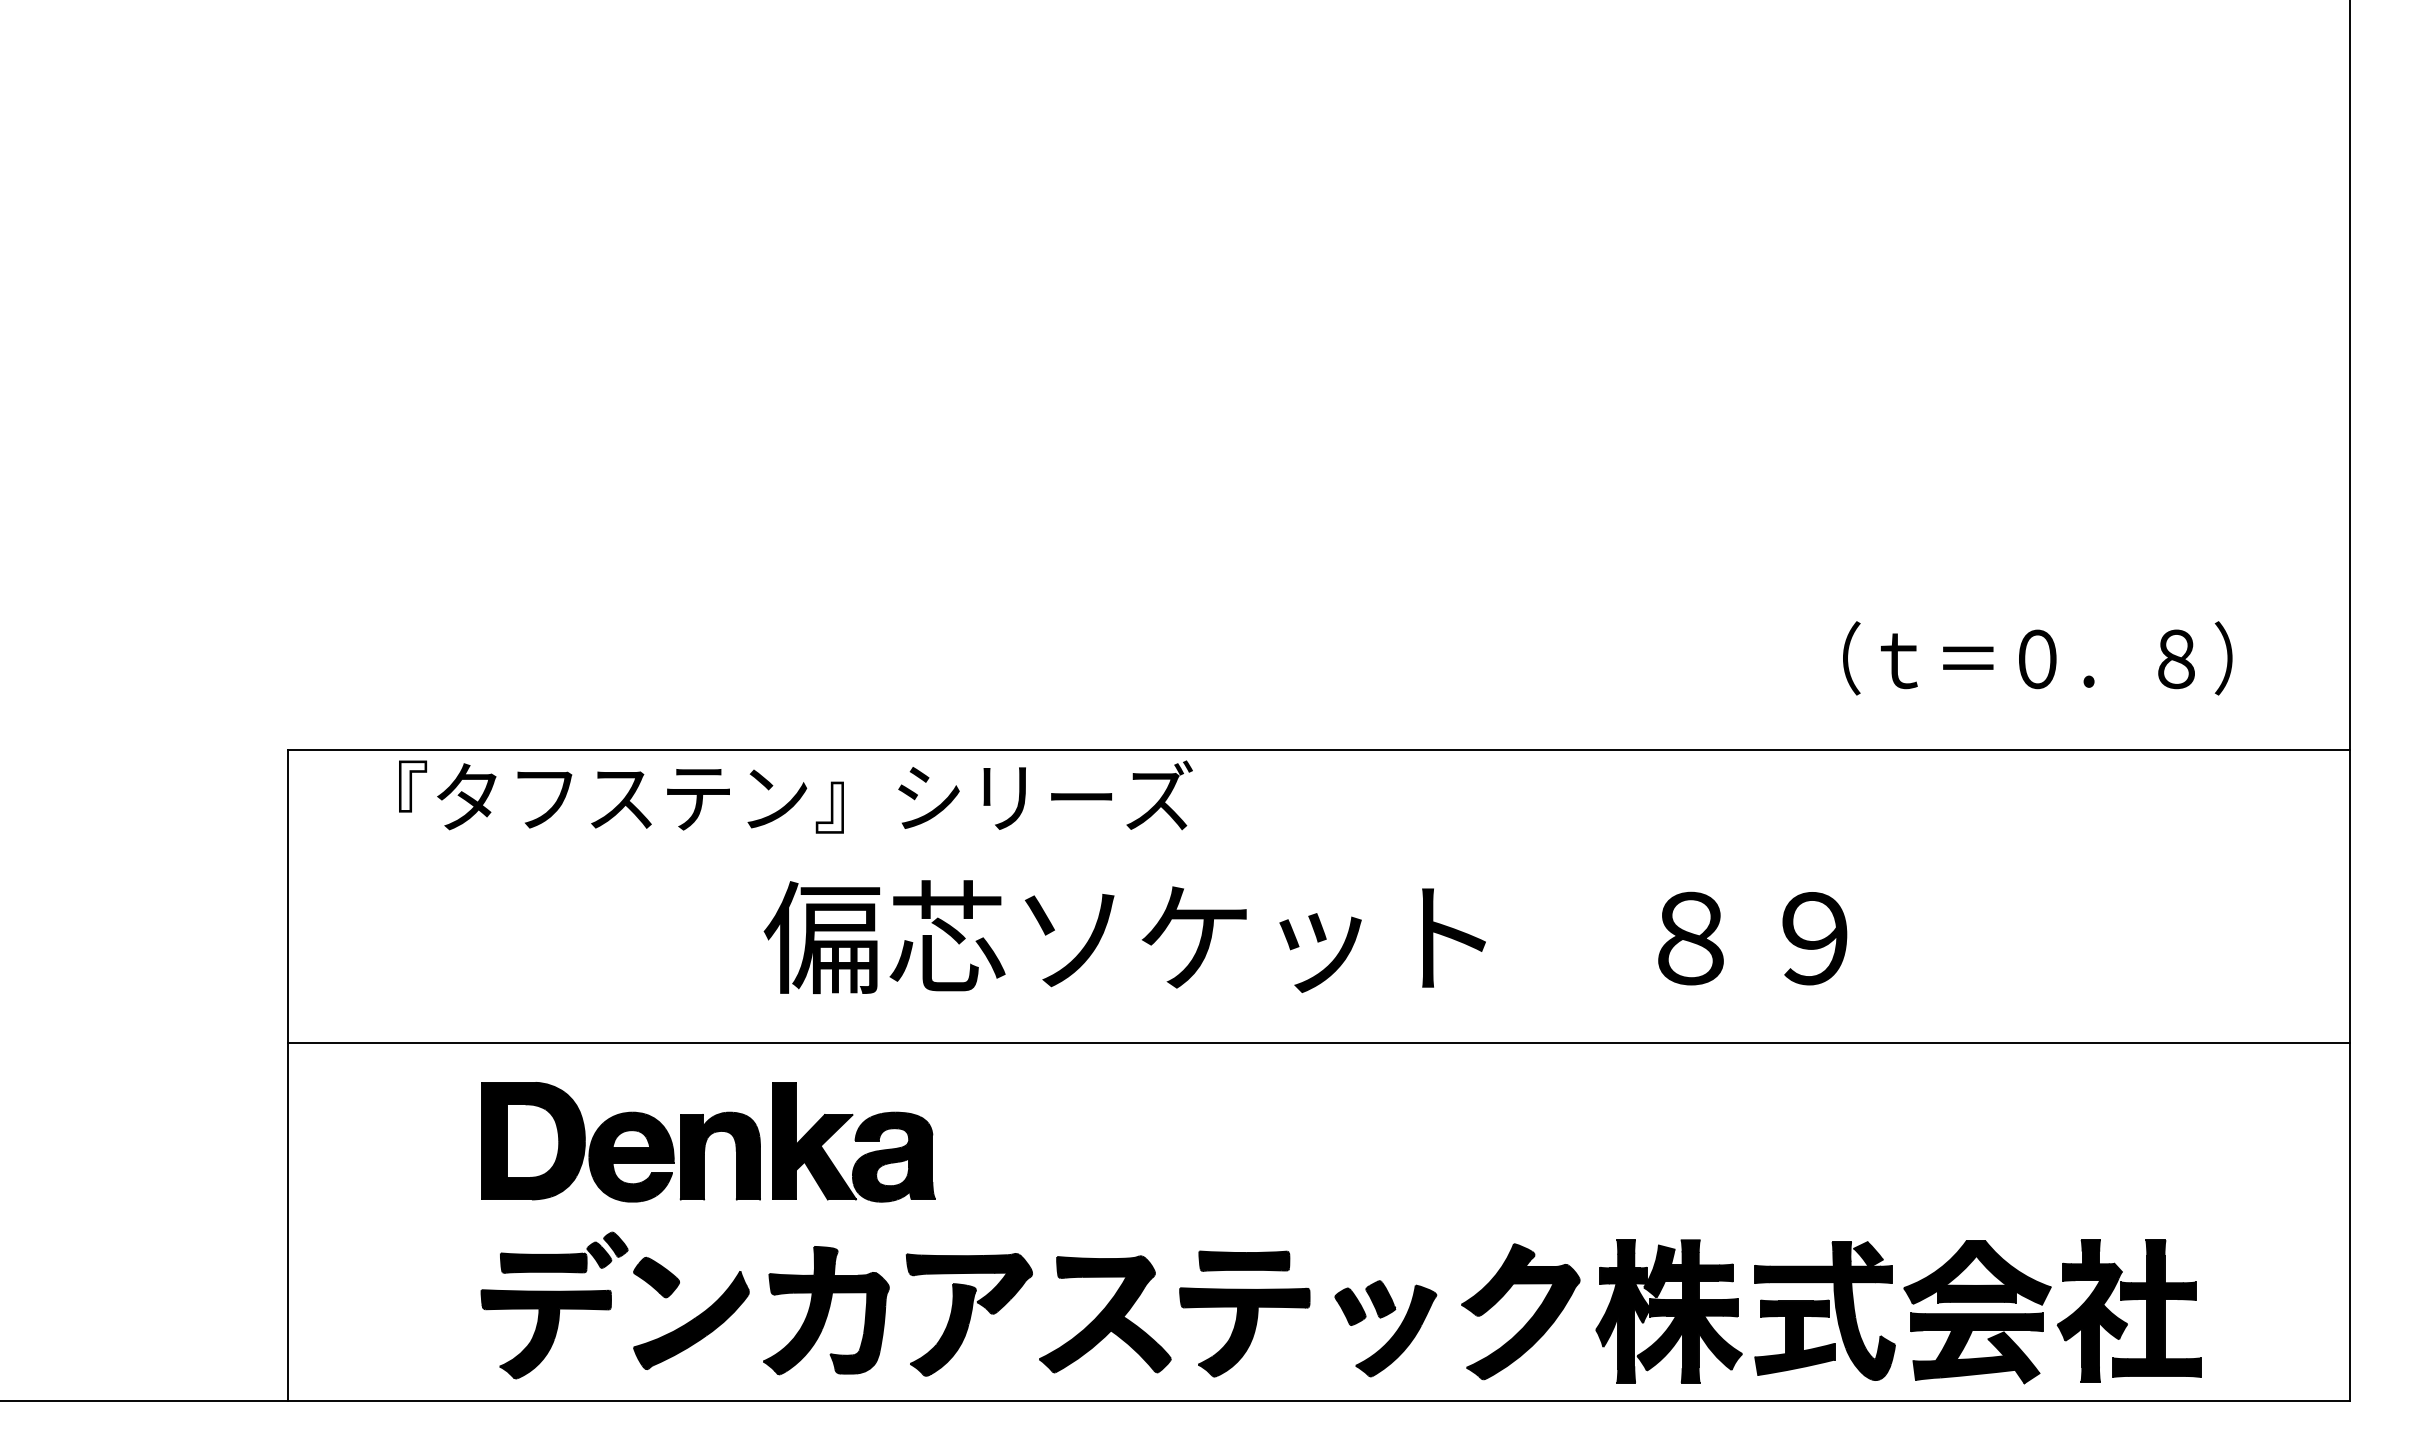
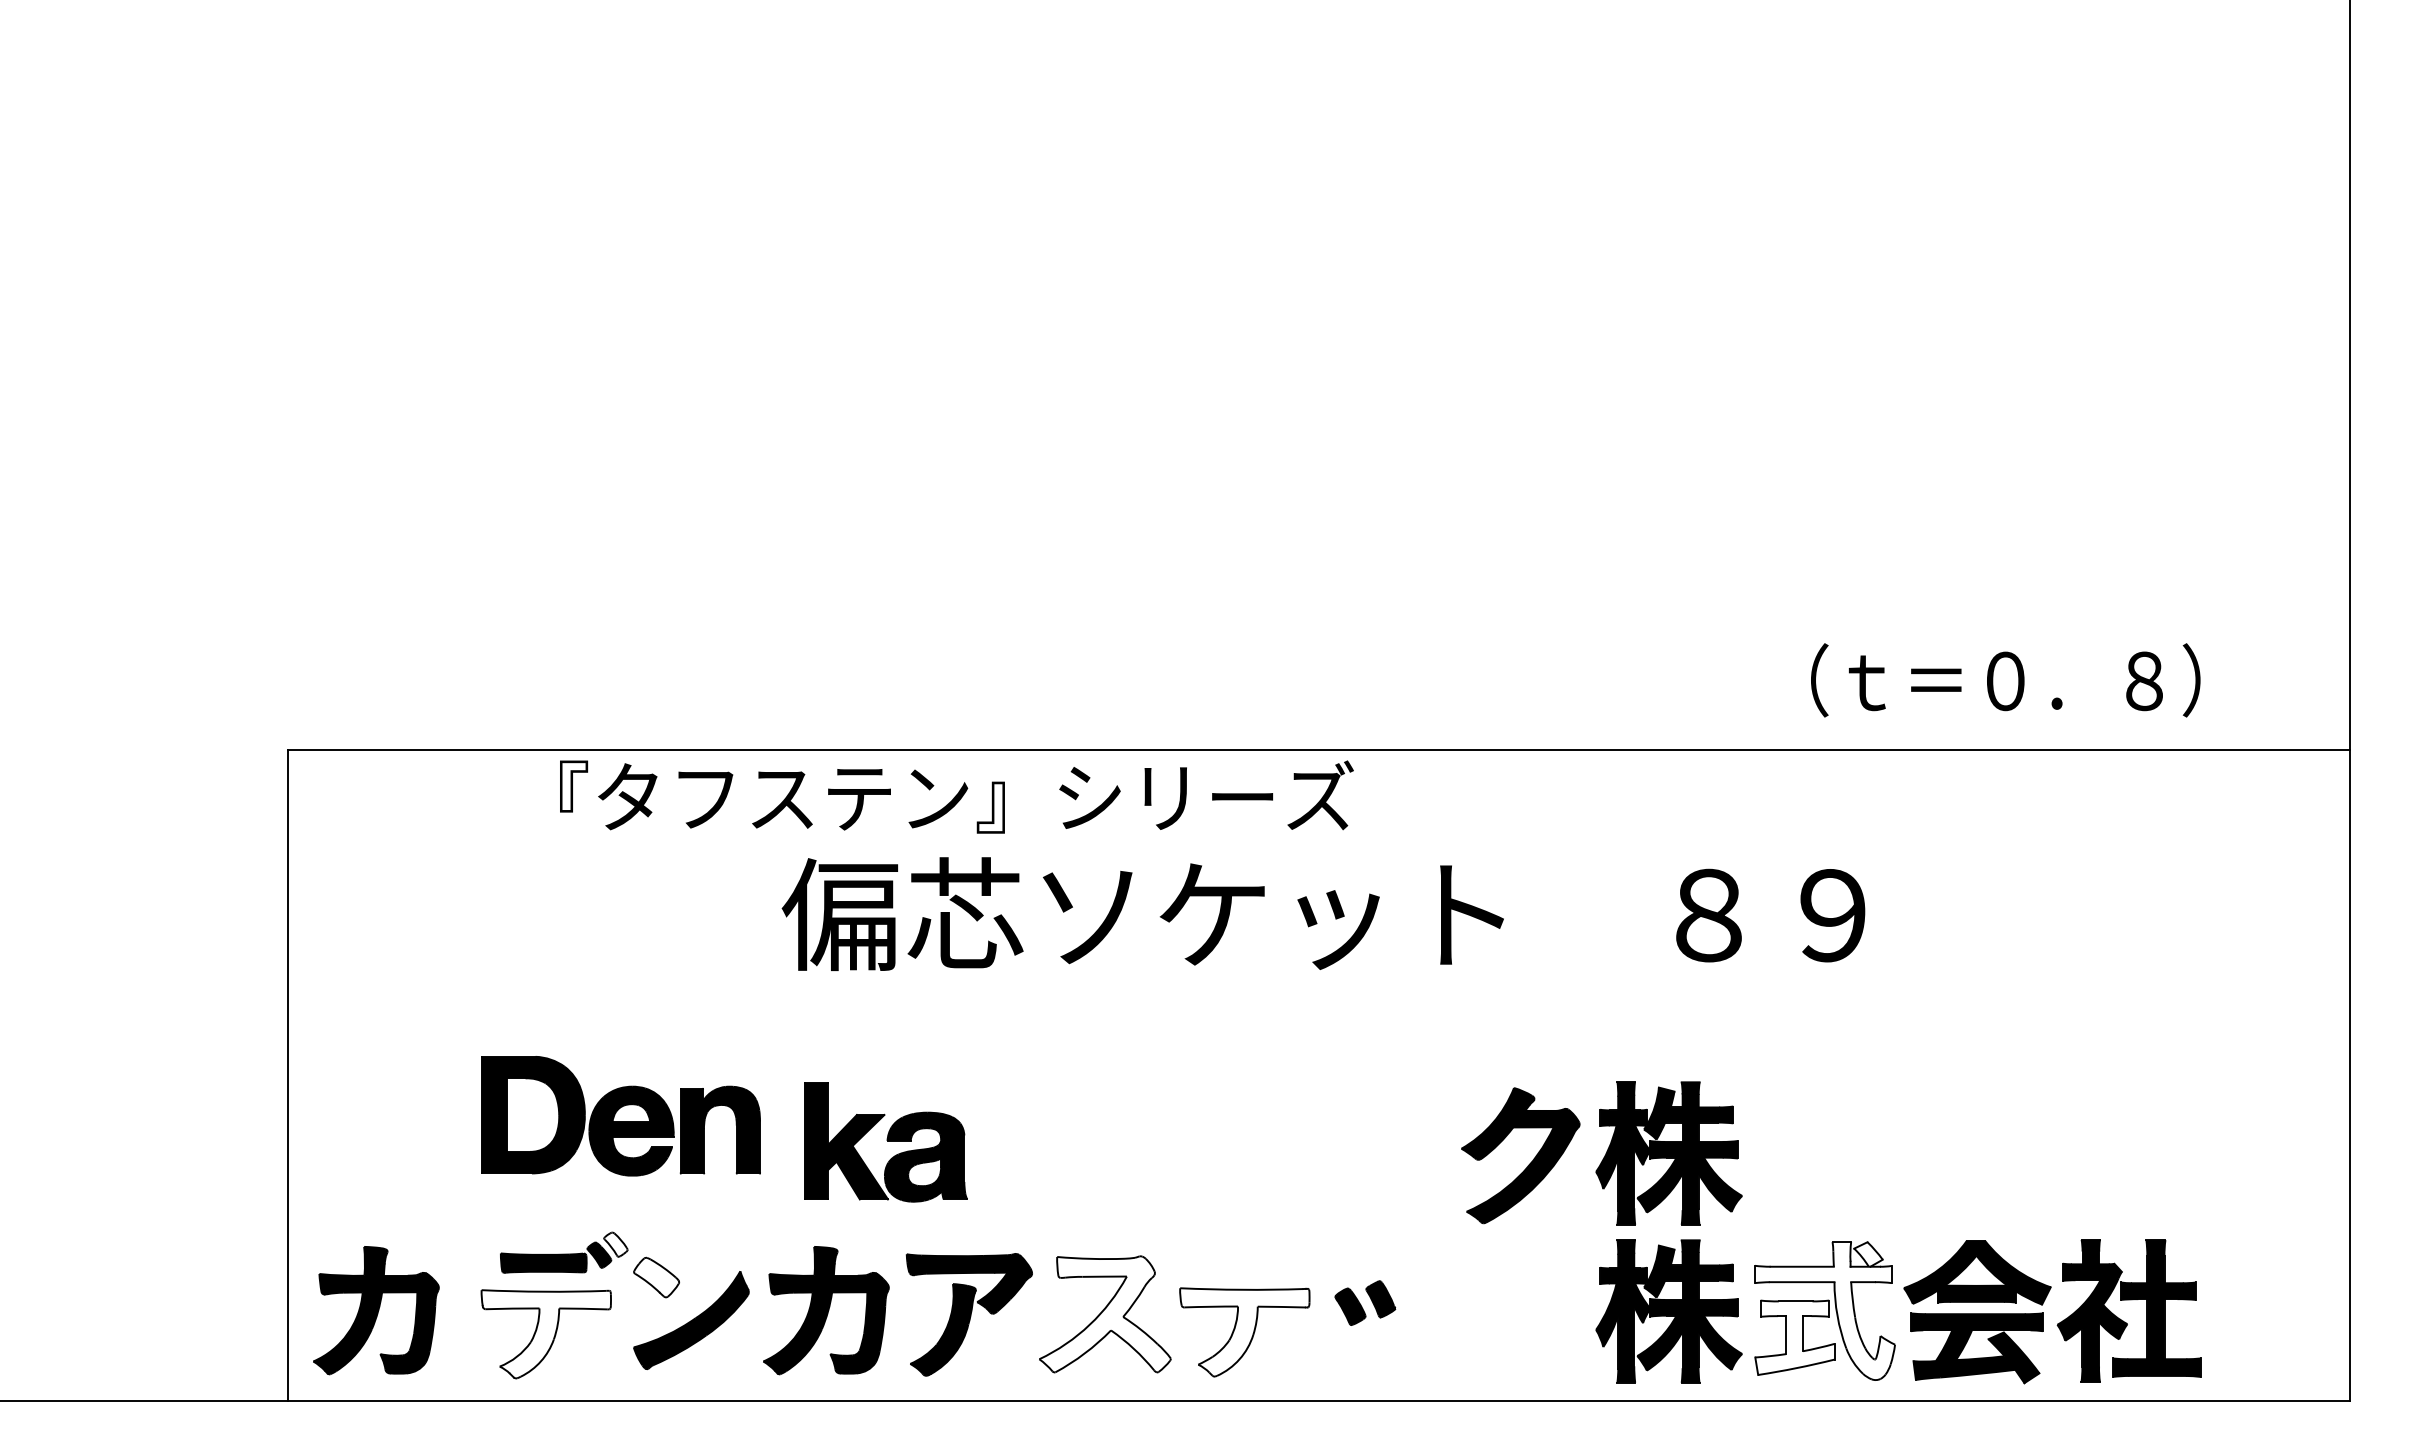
text at (2037, 658) position: (2037, 658) -> (2005, 680)
text at (795, 796) position: (795, 796) -> (956, 796)
text at (1305, 936) position: (1305, 936) -> (1323, 913)
line at (1319, 1042): present -> none
part at (620, 1142) position: (620, 1142) -> (620, 1116)
part at (853, 1142) position: (853, 1142) -> (885, 1142)
part at (1668, 1153): none -> present
fill at (615, 1244): present -> none
part at (1244, 1260): present -> none
fill at (656, 1277): present -> none
part at (376, 1310): none -> present
fill at (1824, 1311): present -> none
fill at (1104, 1314): present -> none
part at (1529, 1319) position: (1529, 1319) -> (1529, 1163)
part at (1396, 1330): present -> none
fill at (1244, 1332): present -> none
fill at (545, 1334): present -> none
fill at (1794, 1337): present -> none
